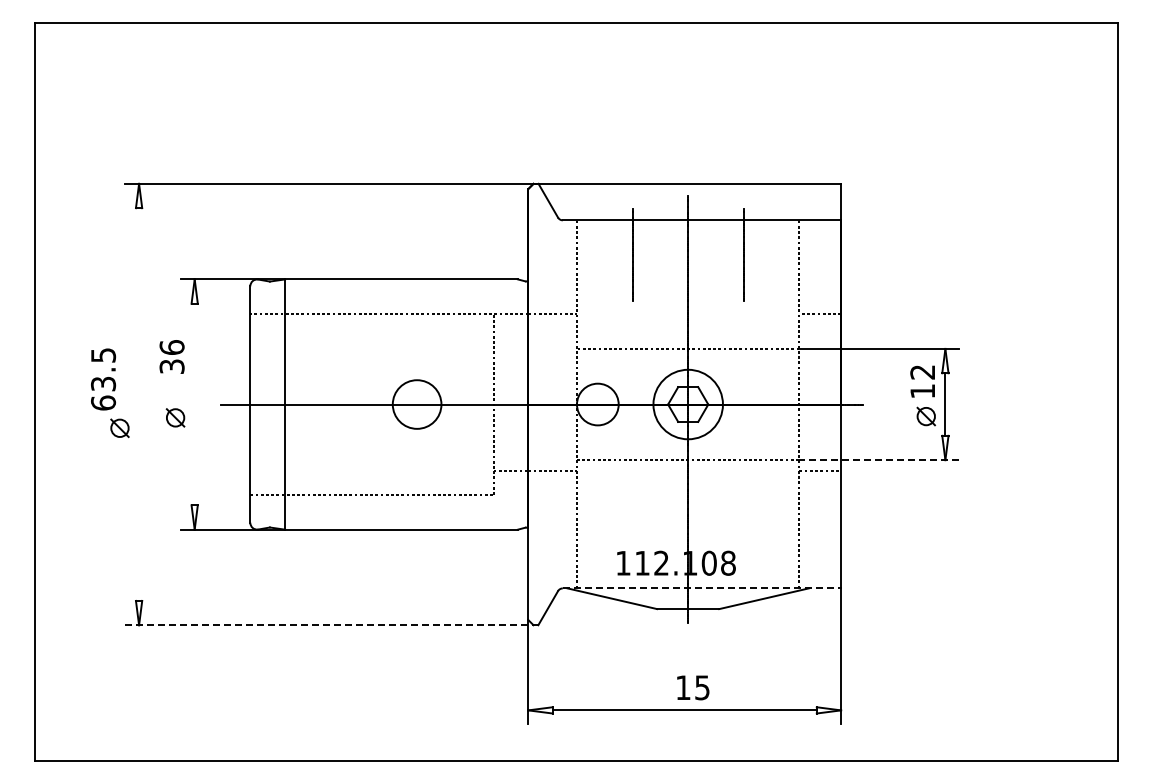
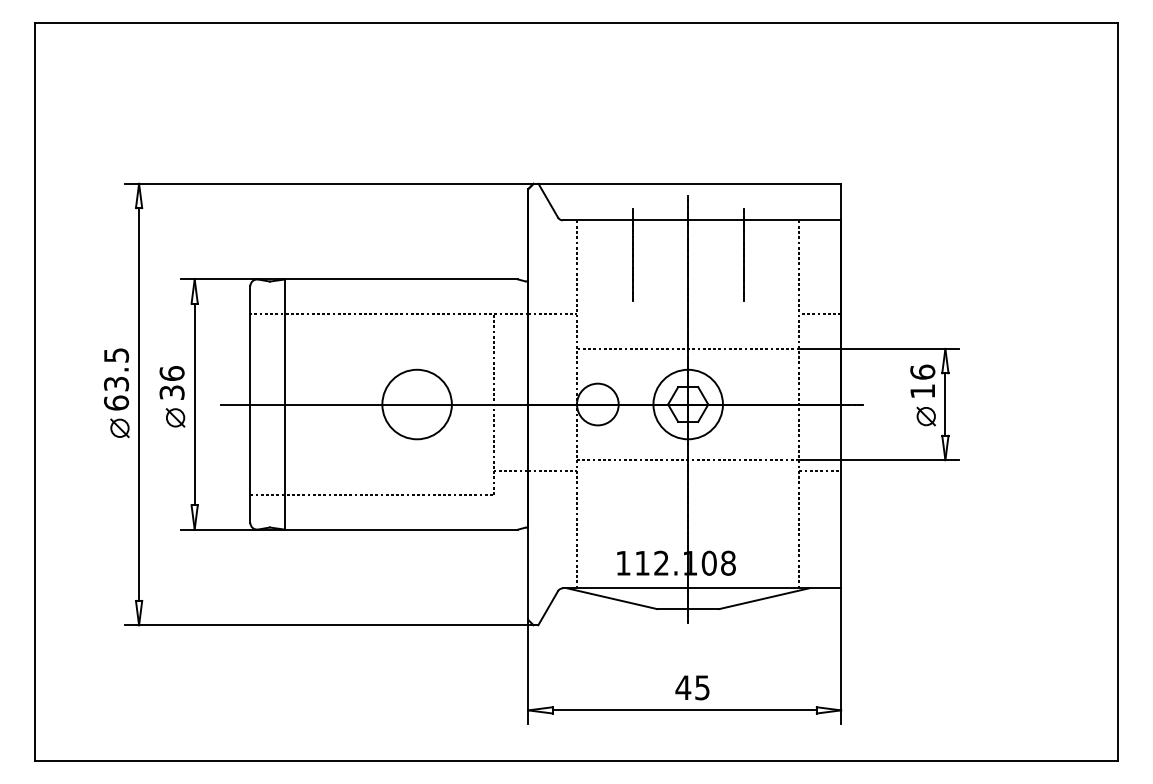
text at (171, 356) position: (171, 356) -> (171, 382)
text at (922, 371): 12 -> 16
text at (103, 379) position: (103, 379) -> (116, 379)
line at (139, 404): none -> present
line at (194, 404): none -> present
circle at (416, 404) diameter: 49 px -> 70 px
line at (879, 460): dashed -> solid
line at (702, 588): dashed -> solid
line at (329, 625): dashed -> solid
text at (683, 687): 15 -> 45
